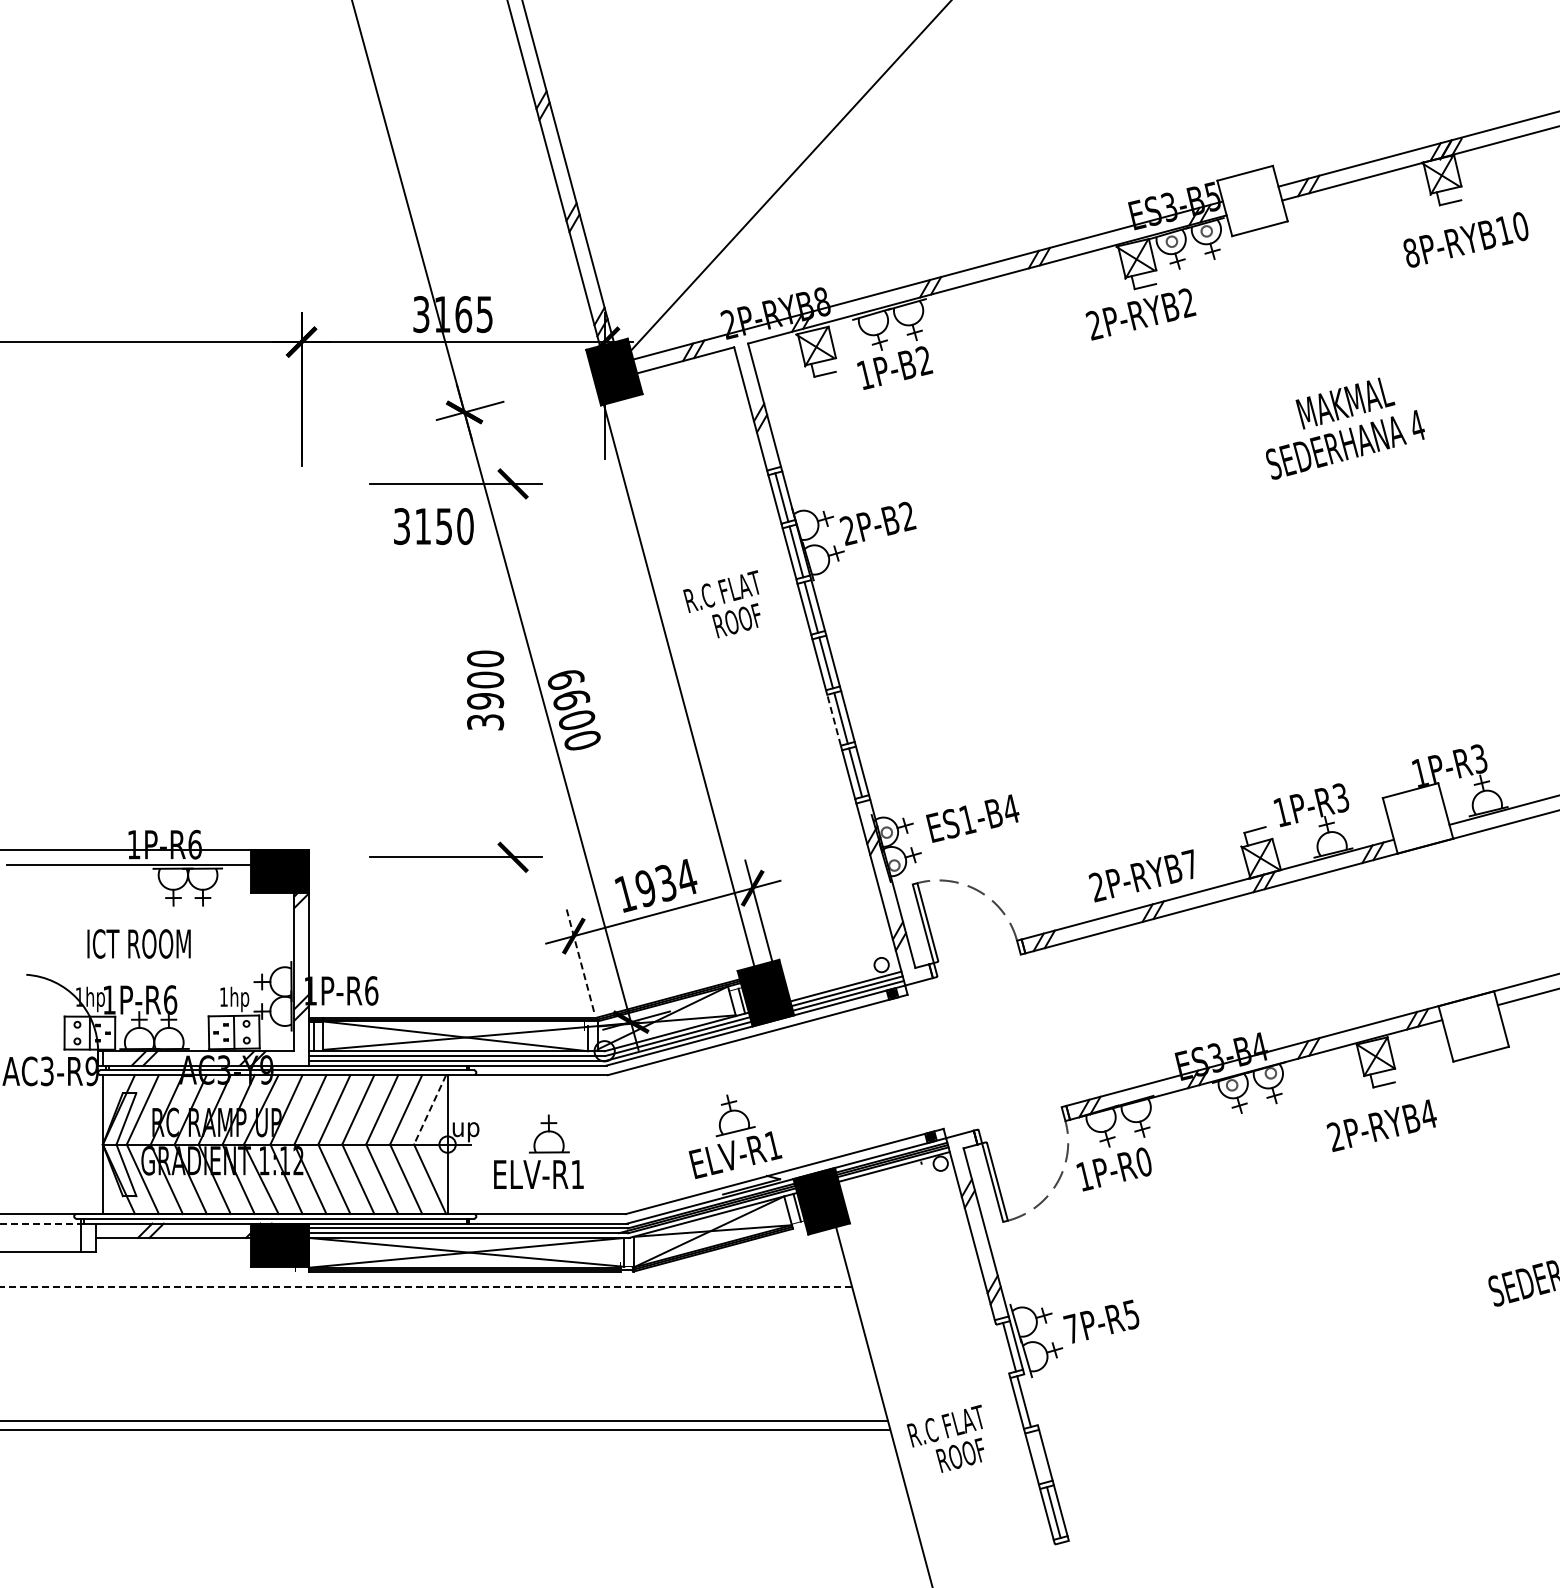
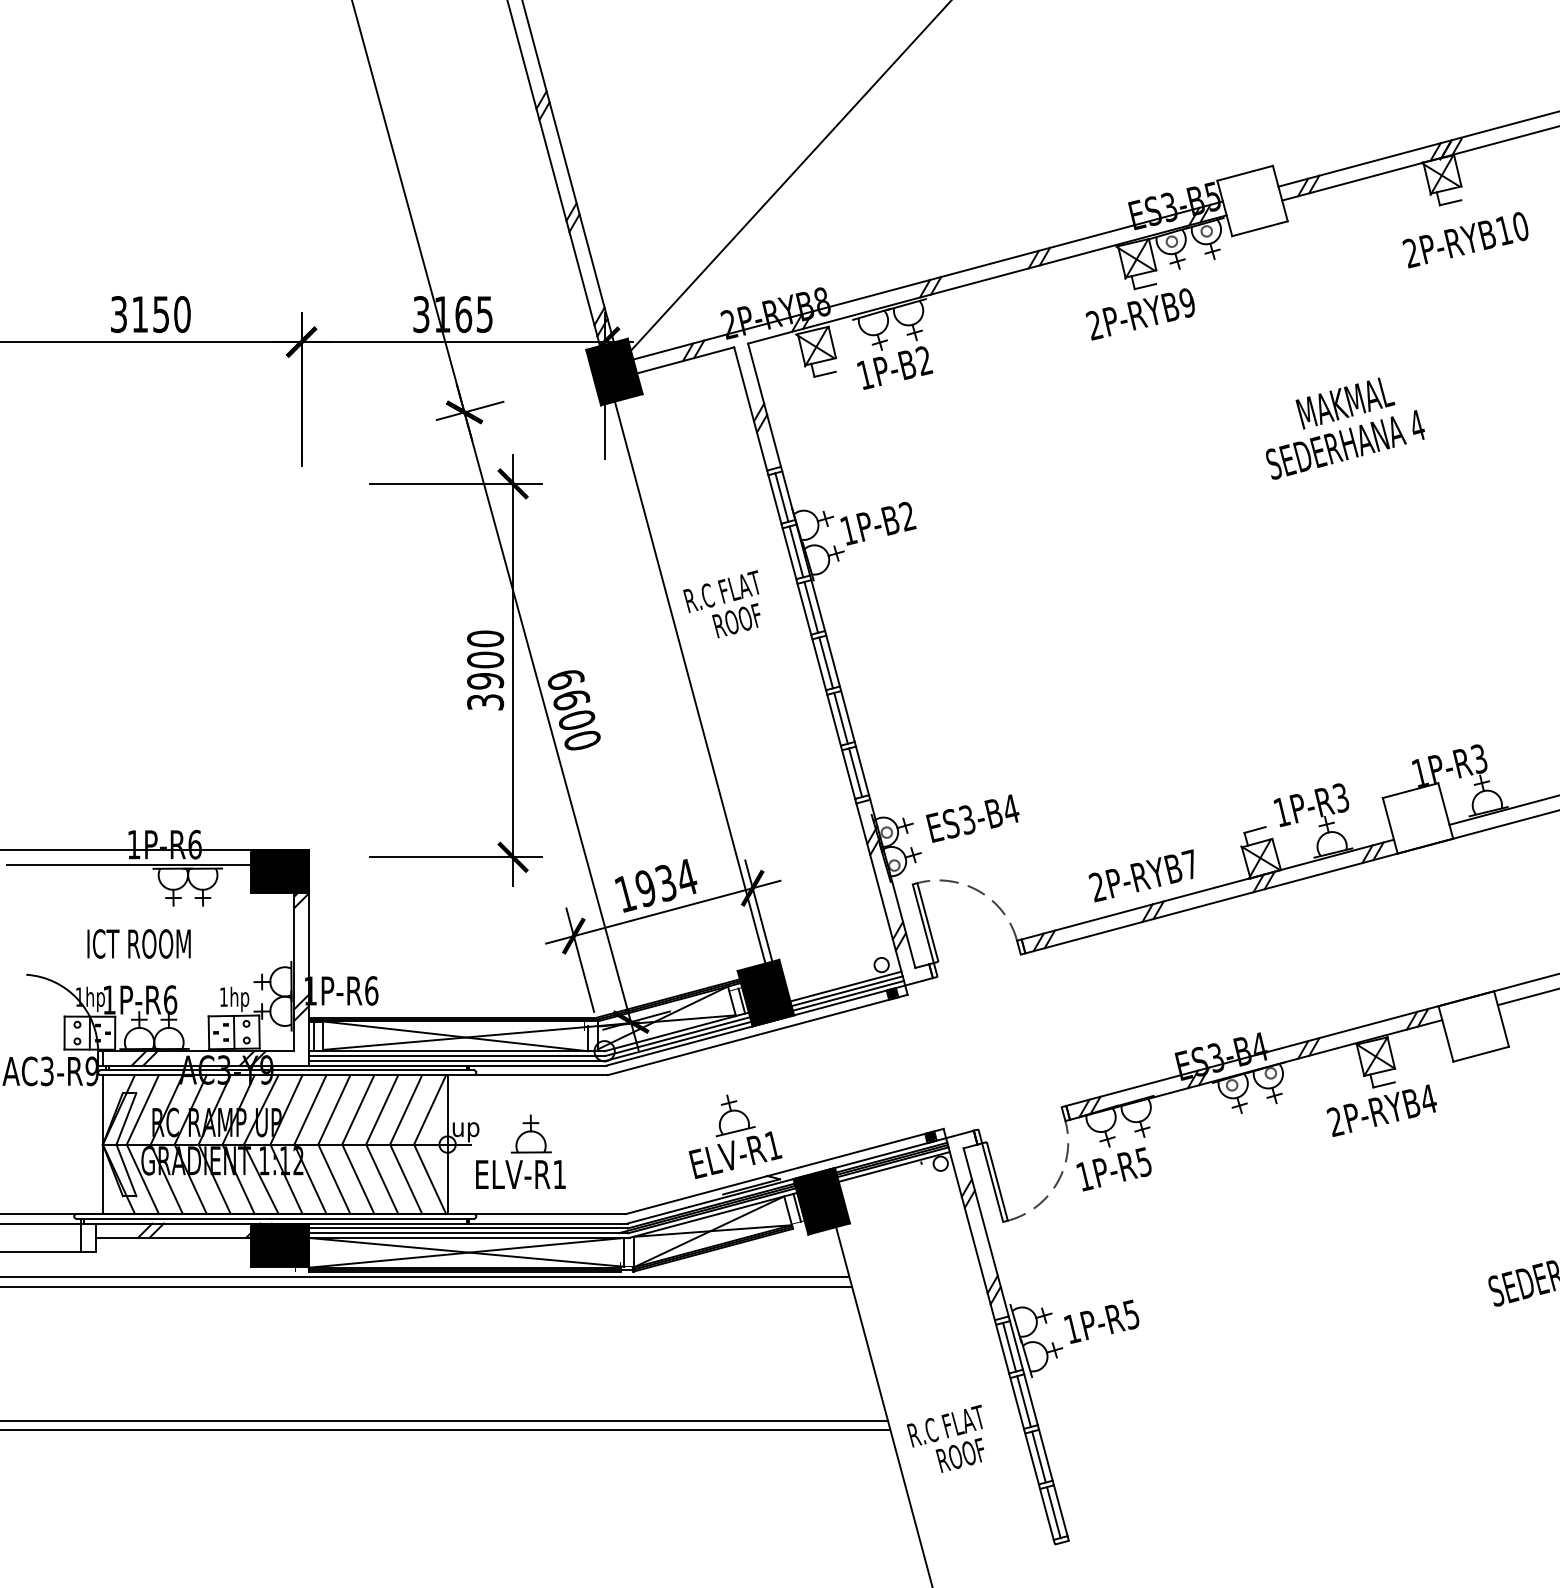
text at (1411, 253): 8P-RYB10 -> 2P-RYB10
text at (1187, 303): 2P-RYB2 -> 2P-RYB9
text at (433, 526) position: (433, 526) -> (150, 314)
text at (848, 530): 2P-B2 -> 1P-B2
line at (513, 670): none -> present
line at (678, 685) position: (678, 685) -> (689, 682)
text at (485, 690) position: (485, 690) -> (485, 670)
line at (833, 719): dashed -> solid
text at (967, 819): ES1-B4 -> ES3-B4
line at (580, 960): dashed -> solid
line at (429, 1110): dashed -> solid
text at (1381, 1125) position: (1381, 1125) -> (1381, 1110)
part at (538, 1151) position: (538, 1151) -> (520, 1151)
text at (1143, 1162): 1P-R0 -> 1P-R5
line at (41, 1223): dashed -> solid
line at (425, 1276): none -> present
line at (426, 1286): dashed -> solid
text at (1072, 1328): 7P-R5 -> 1P-R5
line at (1002, 1348): none -> present
line at (1030, 1399): none -> present
line at (1038, 1456): none -> present
